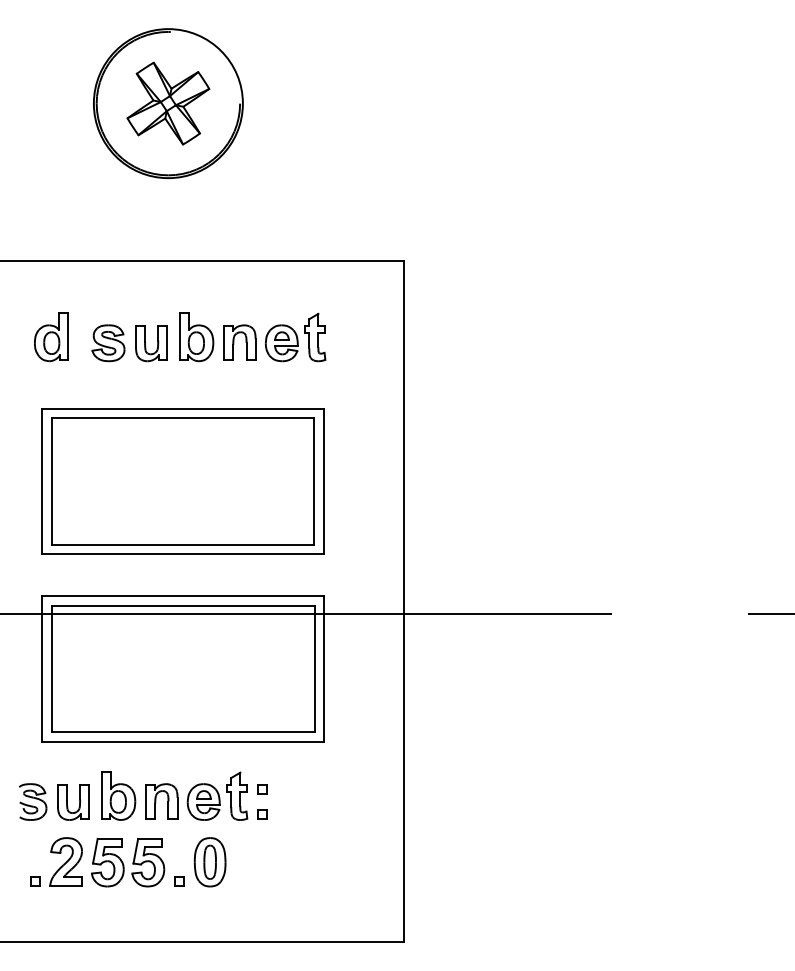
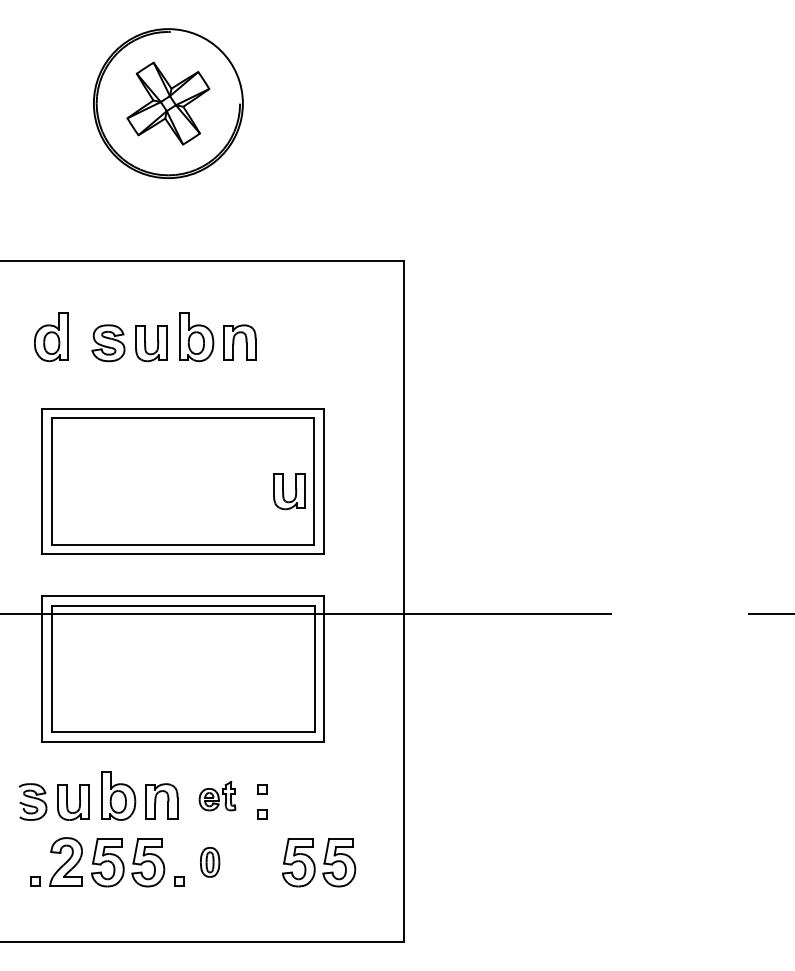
part at (295, 337): present -> none
part at (289, 491): none -> present
part at (217, 795) size: 63x50 px -> 39x31 px
part at (209, 862) size: 34x51 px -> 21x31 px
part at (319, 862): none -> present
